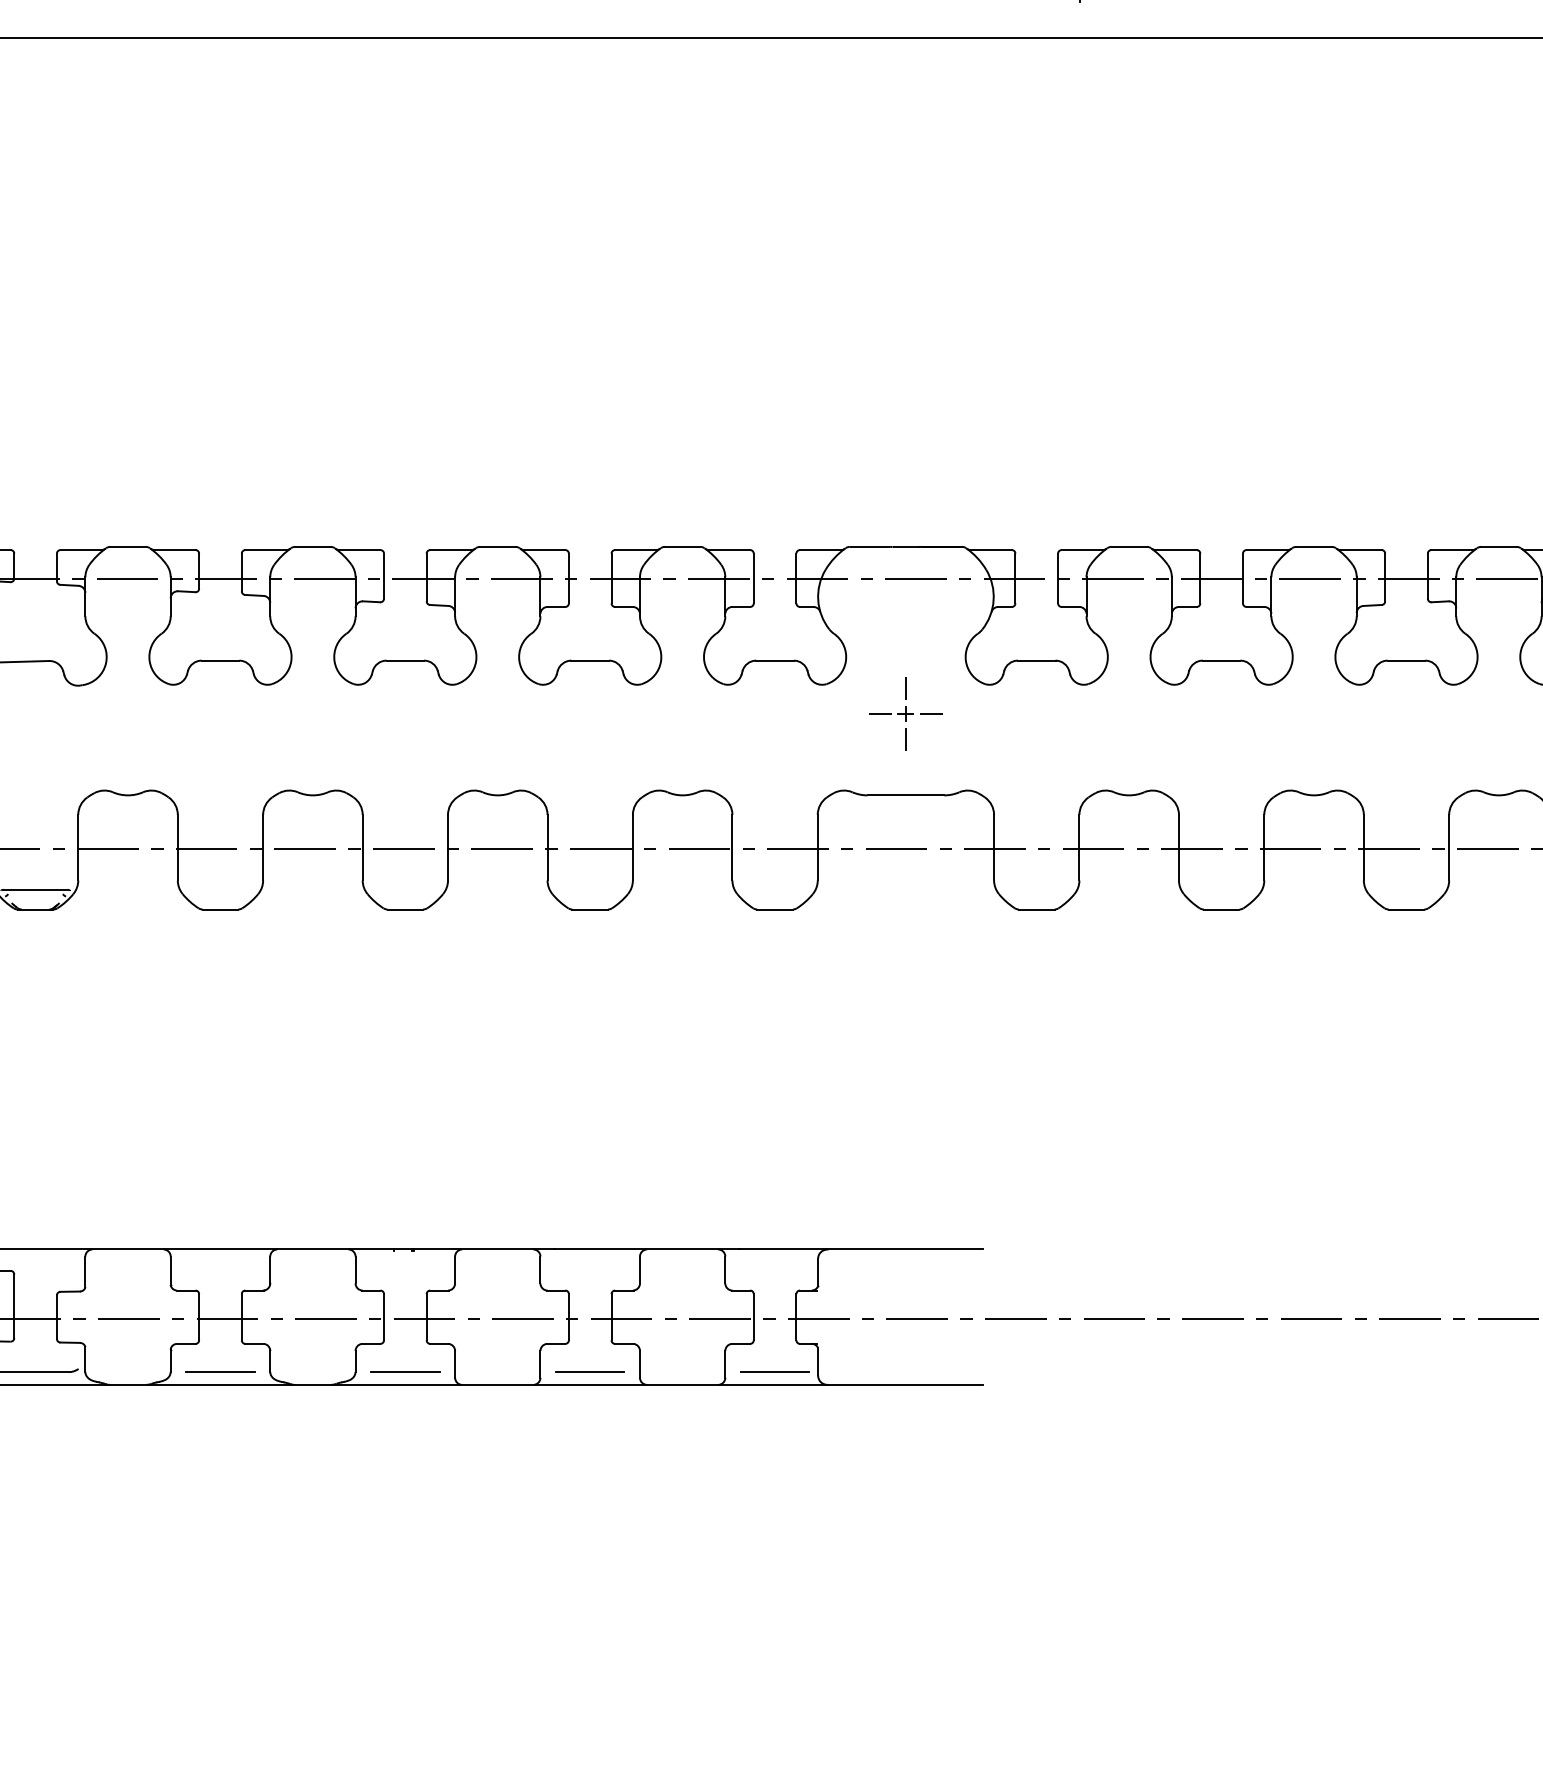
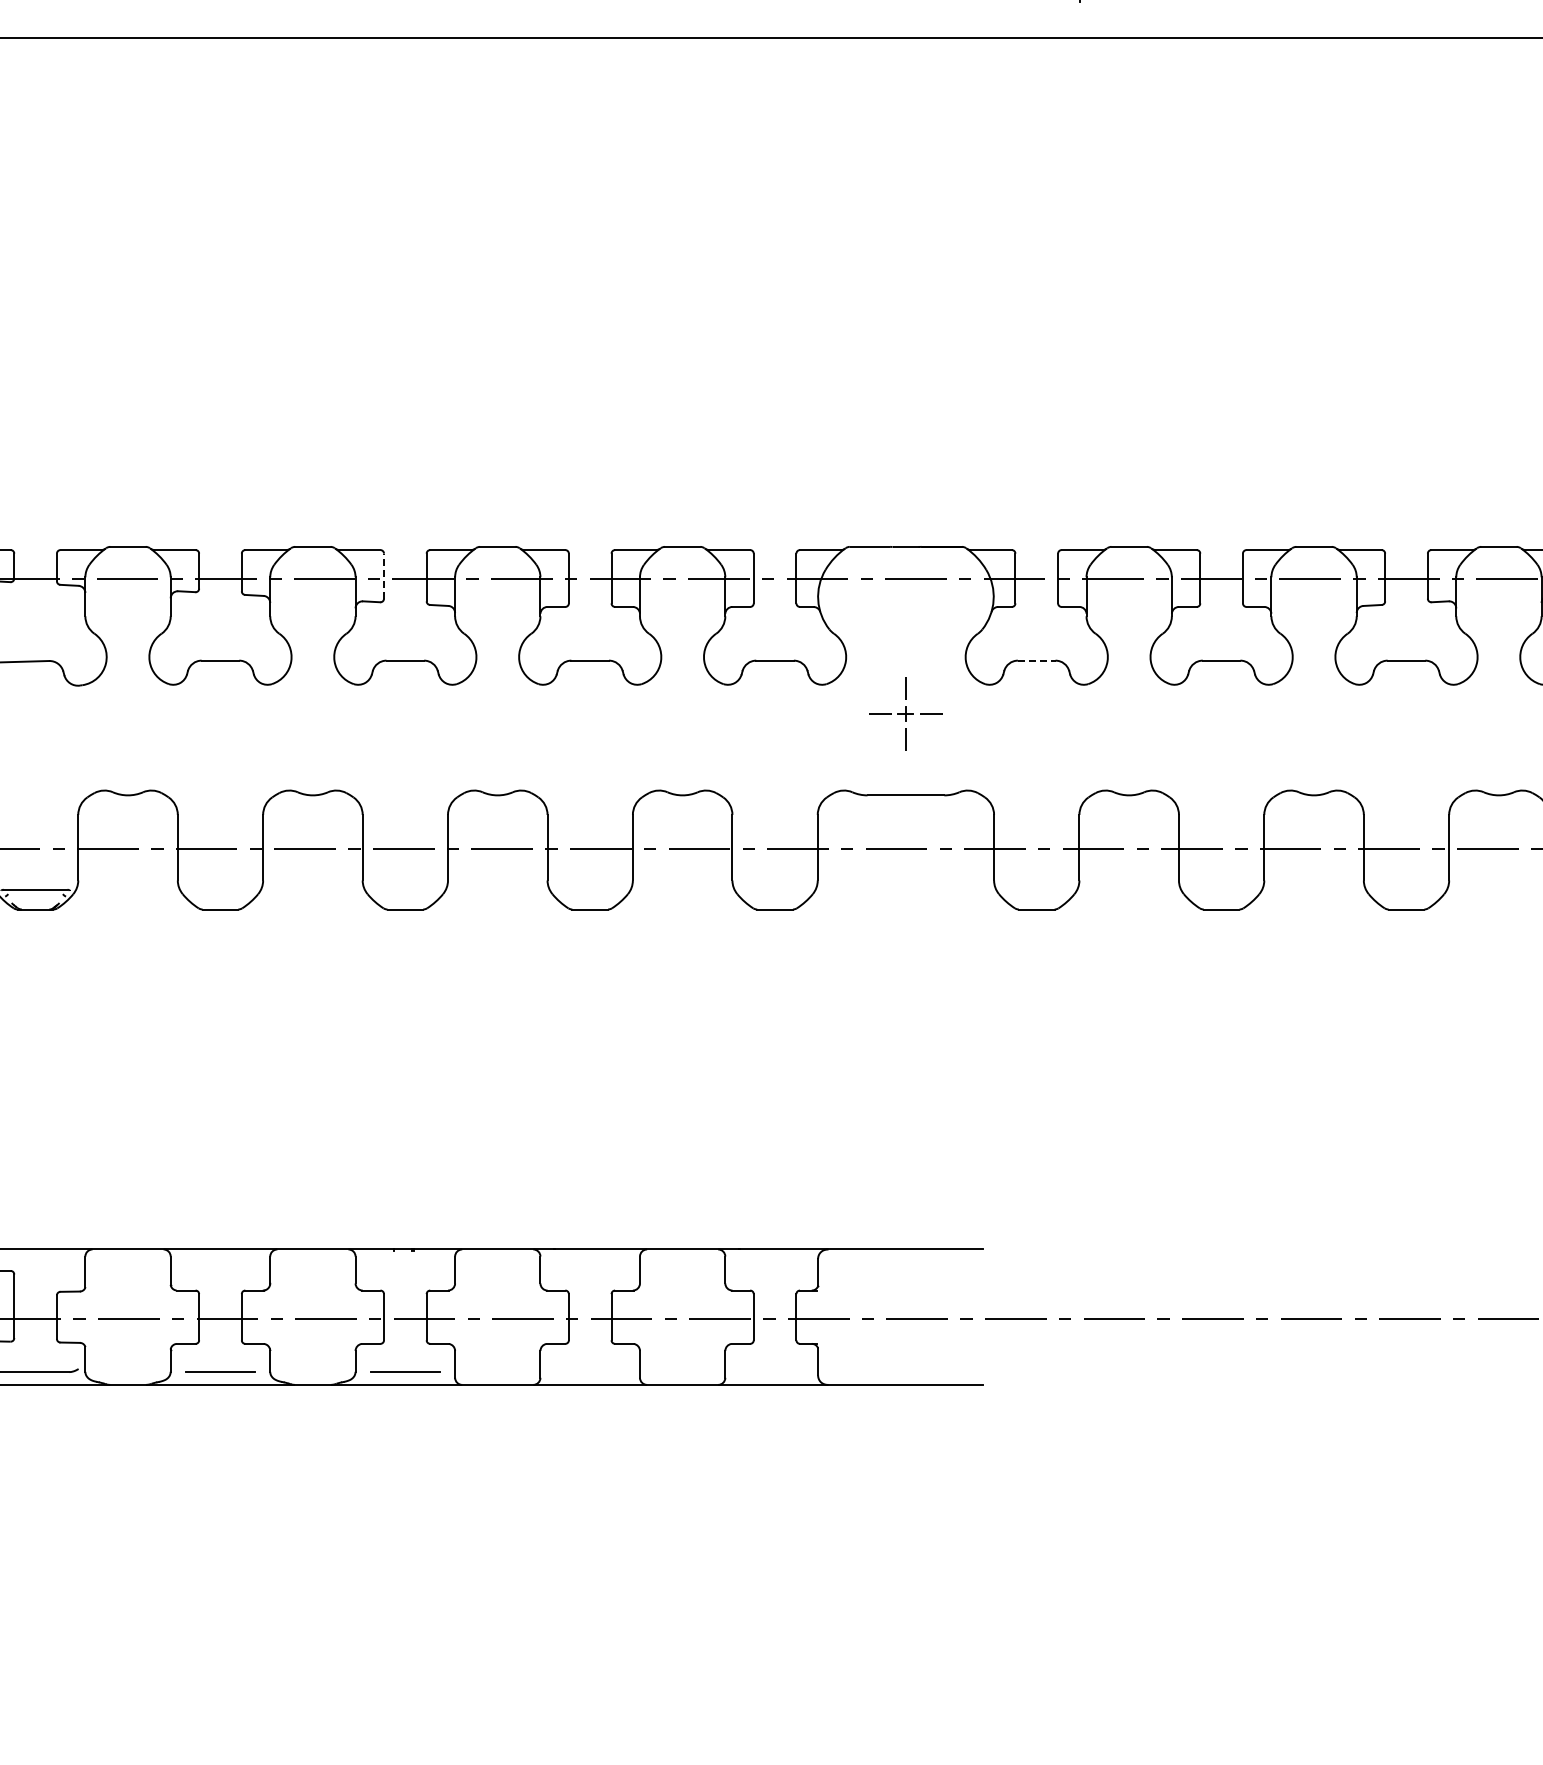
line at (384, 576): solid -> dashed
line at (1036, 660): solid -> dashed
line at (590, 1372): present -> none
line at (774, 1372): present -> none
